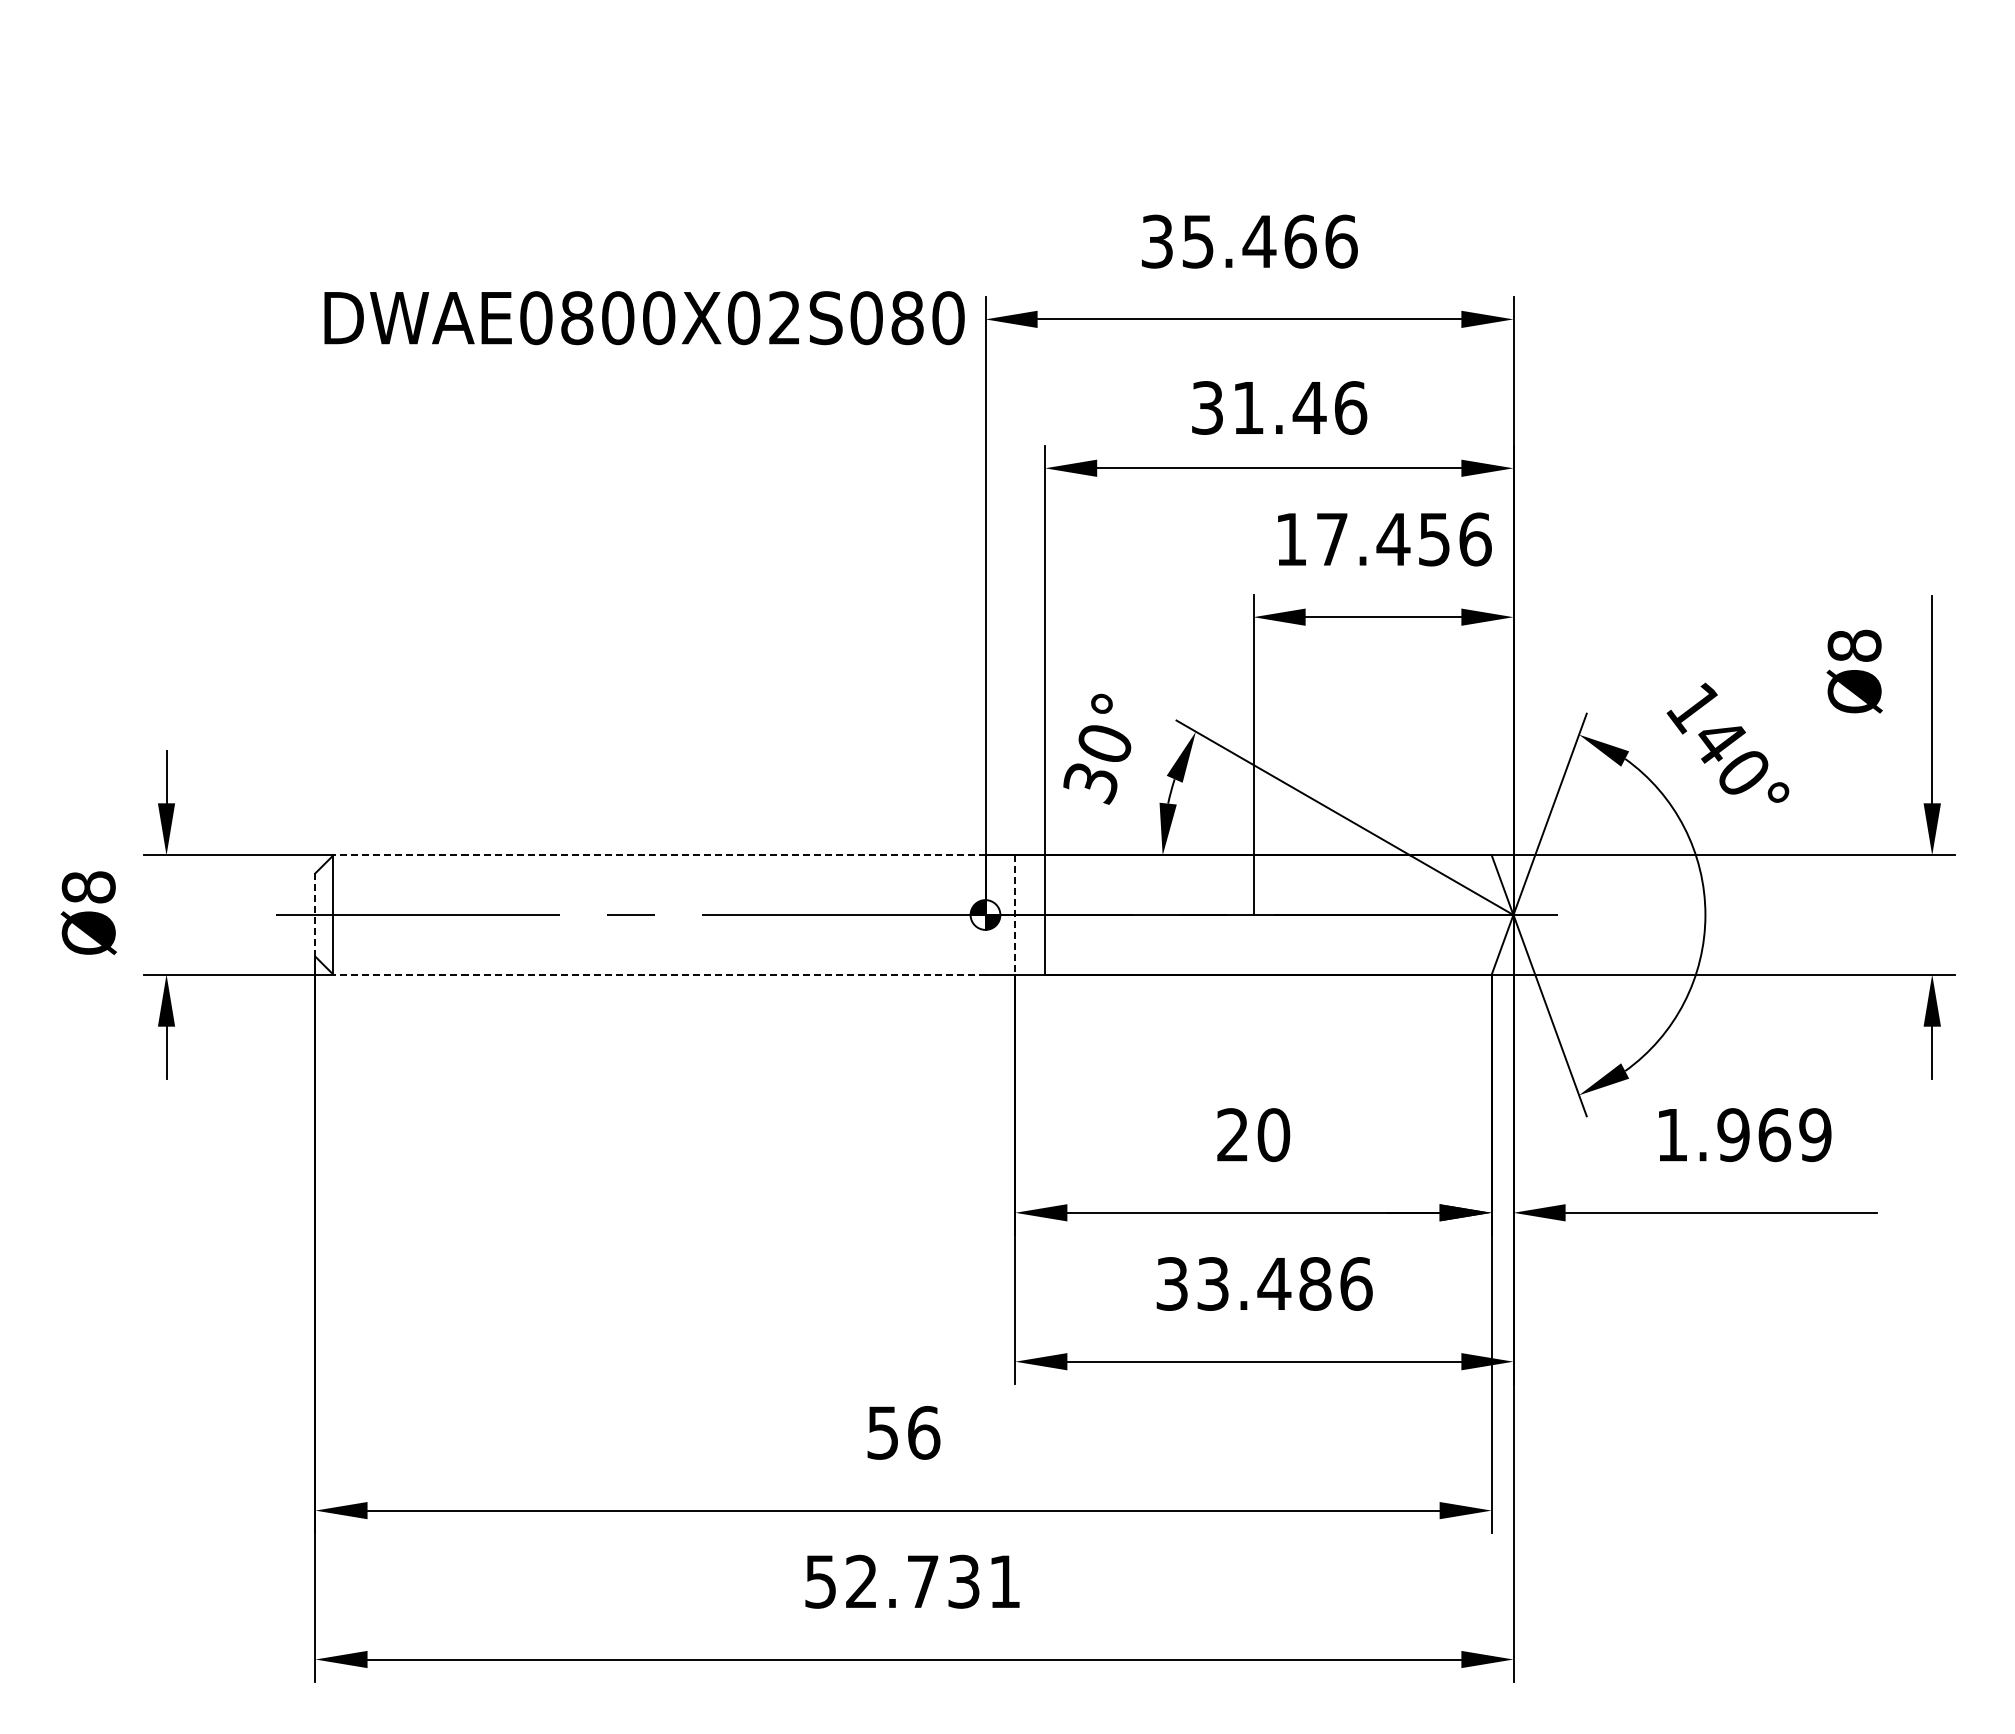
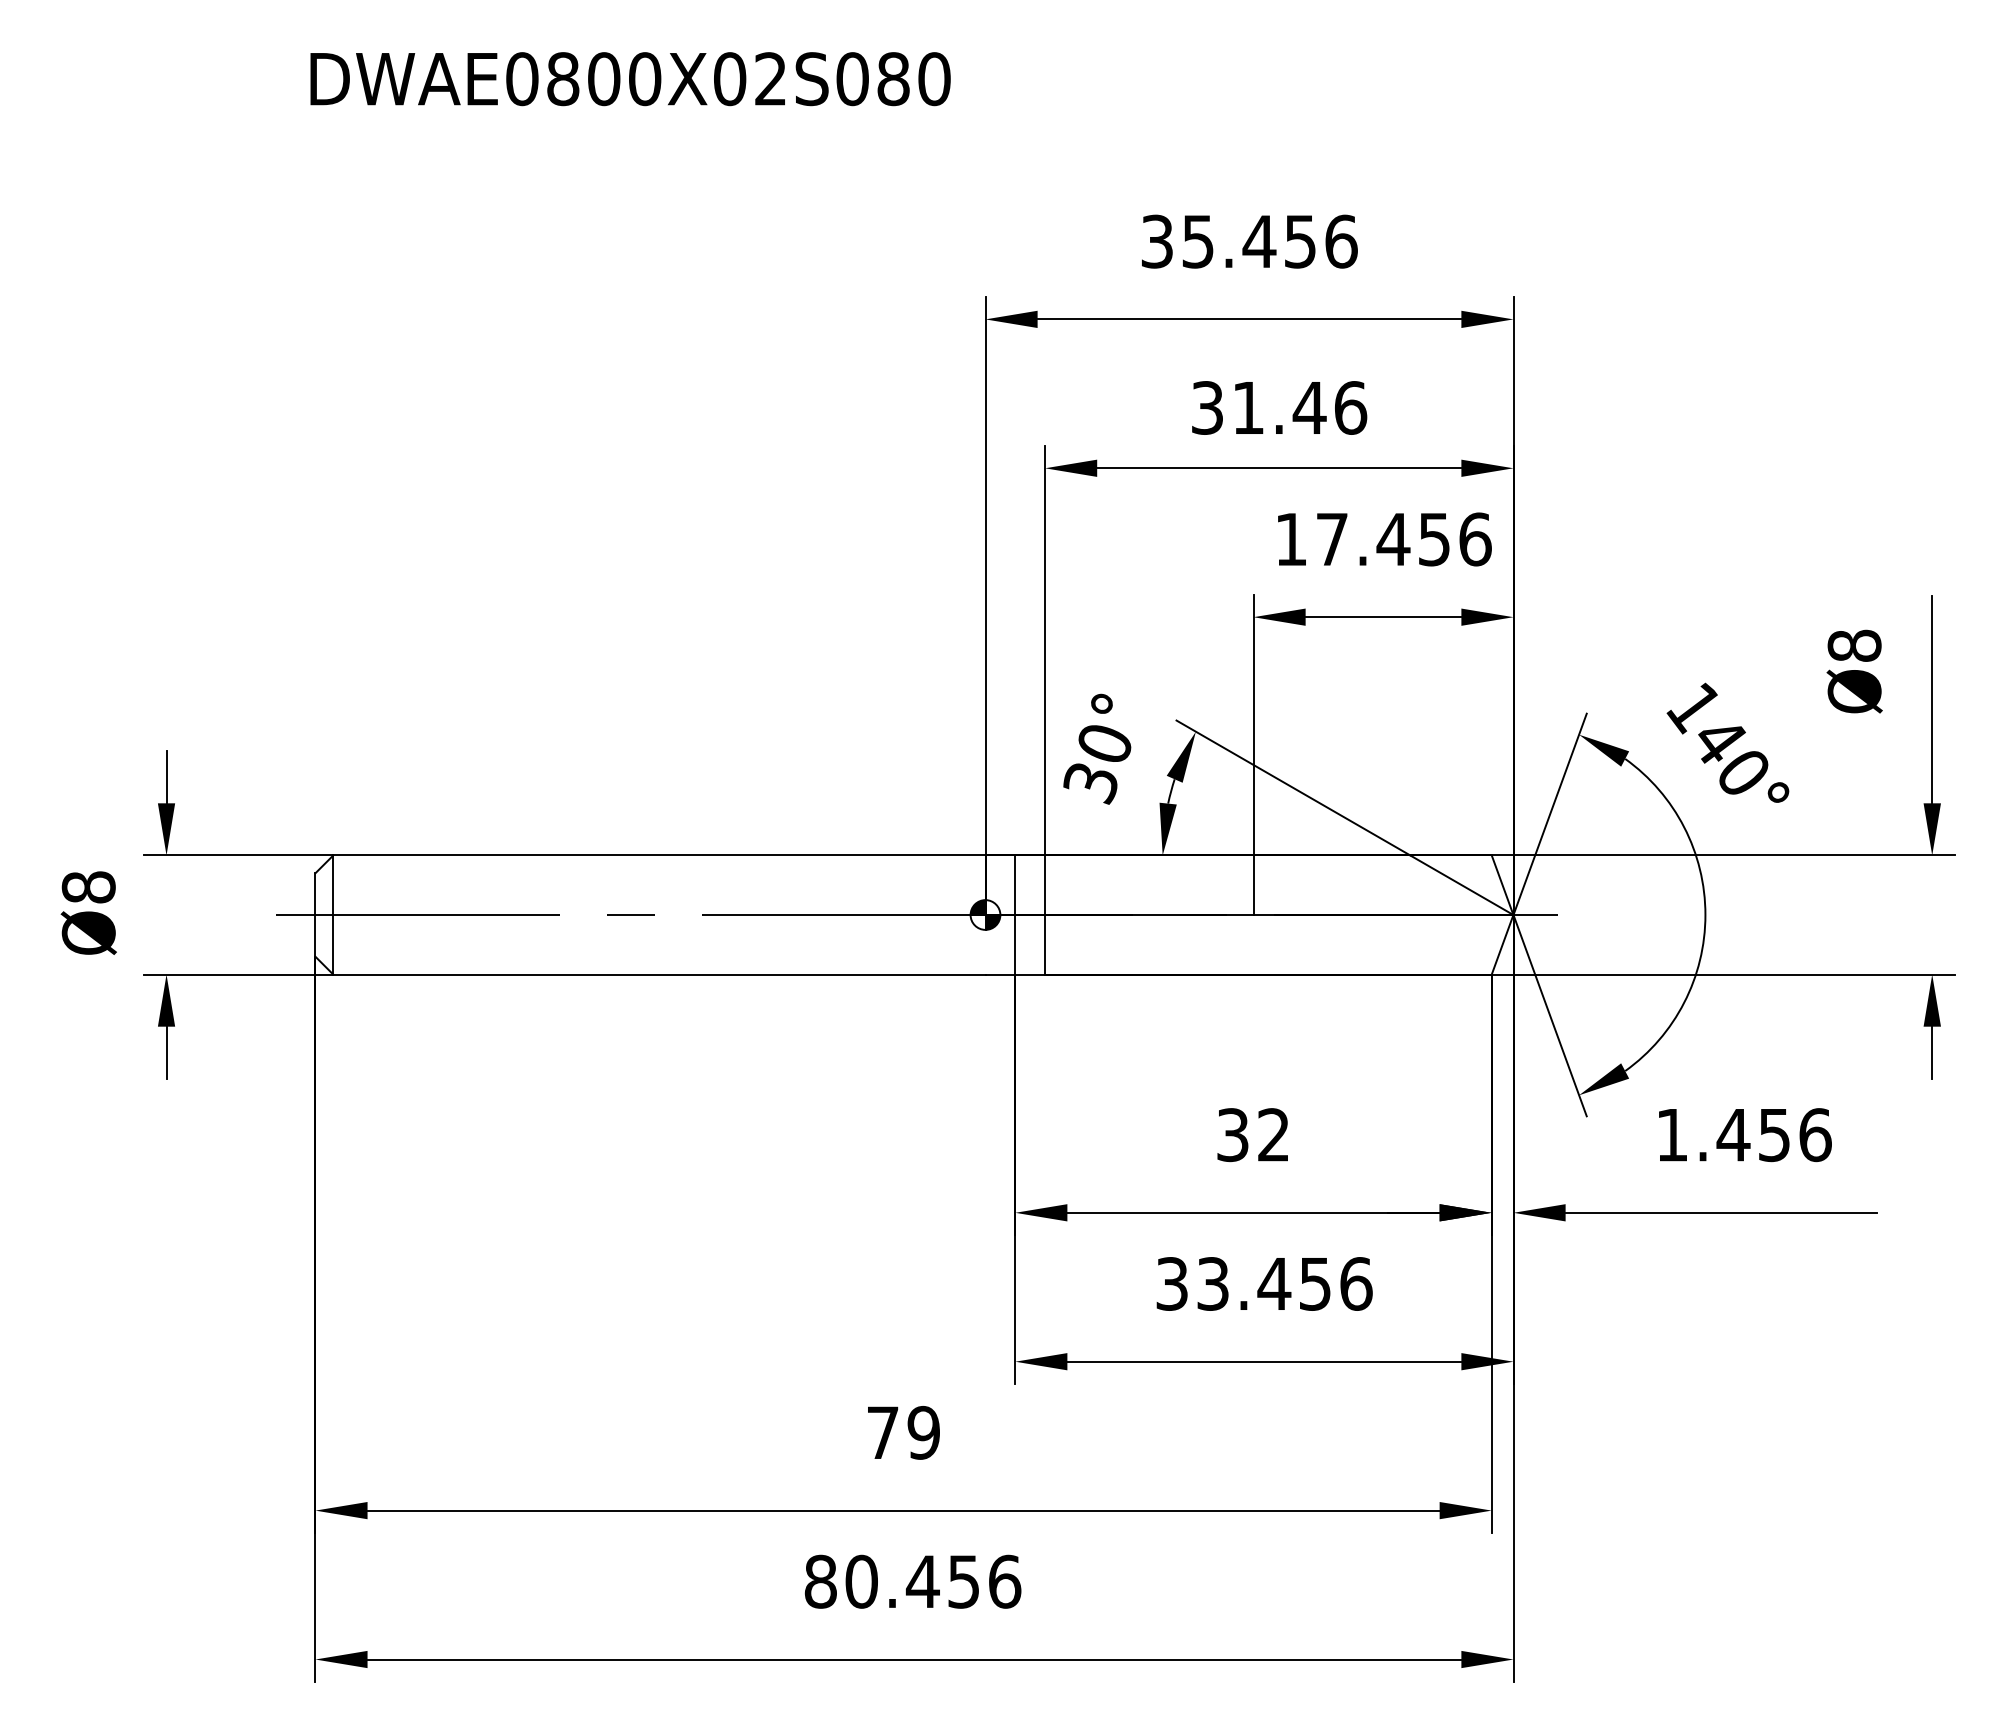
text at (1300, 241): 35.466 -> 35.456
text at (644, 318) position: (644, 318) -> (630, 79)
line at (658, 855): dashed -> solid
line at (315, 915): dashed -> solid
line at (1015, 915): dashed -> solid
line at (658, 974): dashed -> solid
text at (1253, 1135): 20 -> 32
text at (1773, 1135): 1.969 -> 1.456
text at (1315, 1283): 33.486 -> 33.456
text at (903, 1432): 56 -> 79
text at (912, 1581): 52.731 -> 80.456
